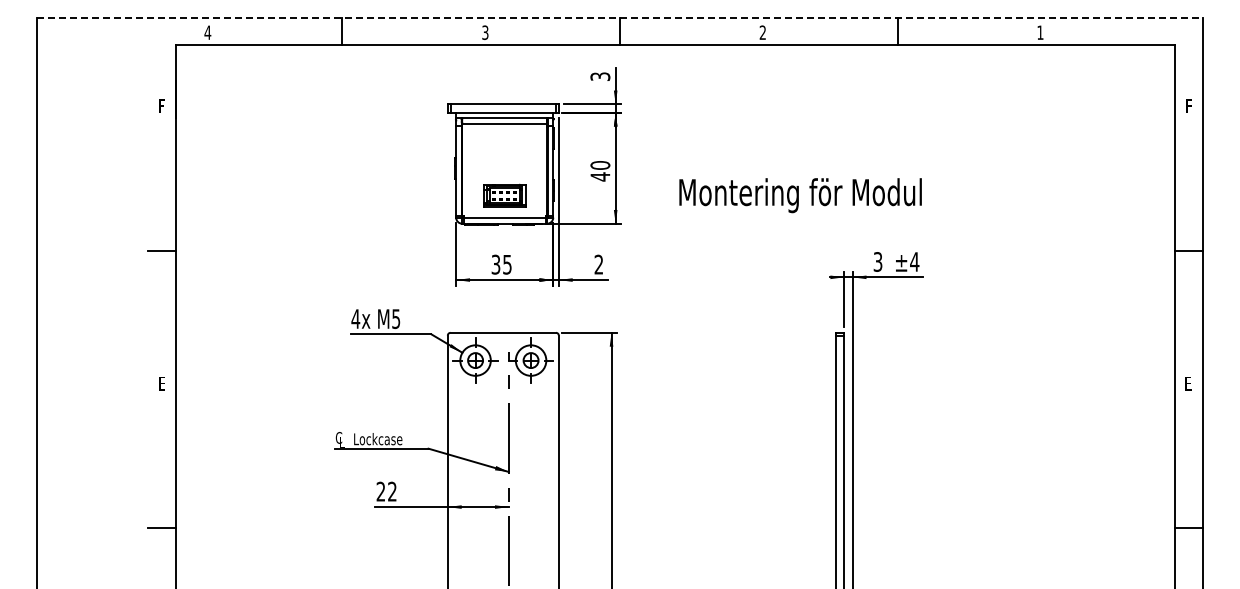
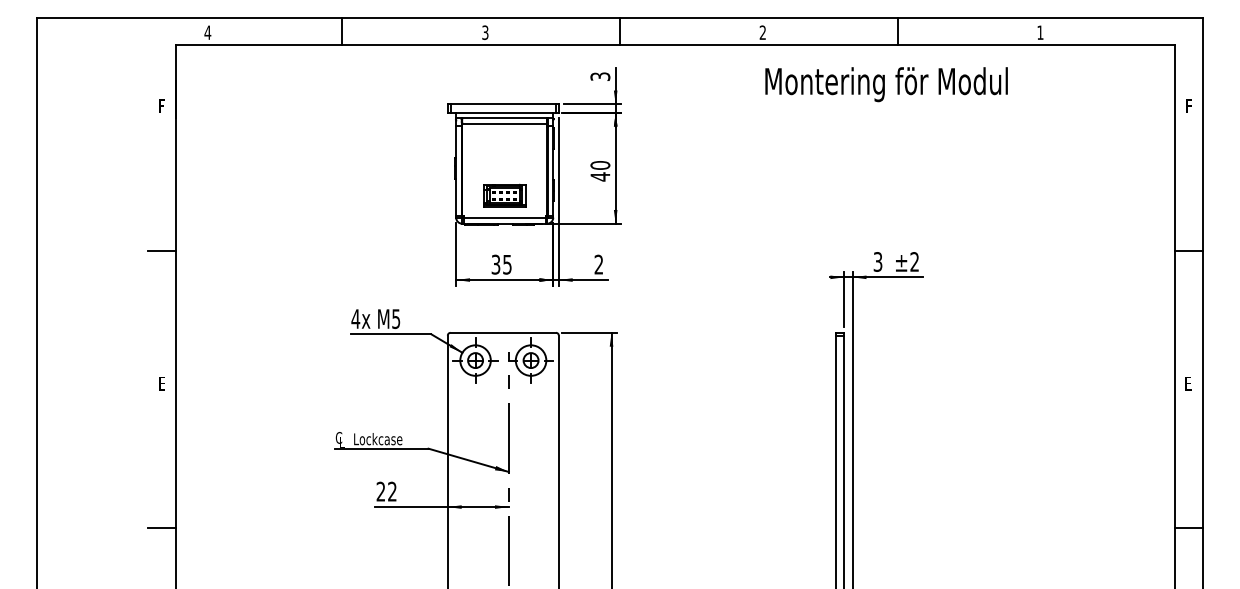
line at (620, 17): dashed -> solid
text at (800, 195) position: (800, 195) -> (886, 84)
text at (914, 261): ±4 -> ±2
